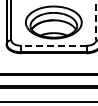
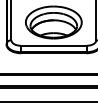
line at (96, 20): dashed -> solid
line at (53, 45): dashed -> solid
